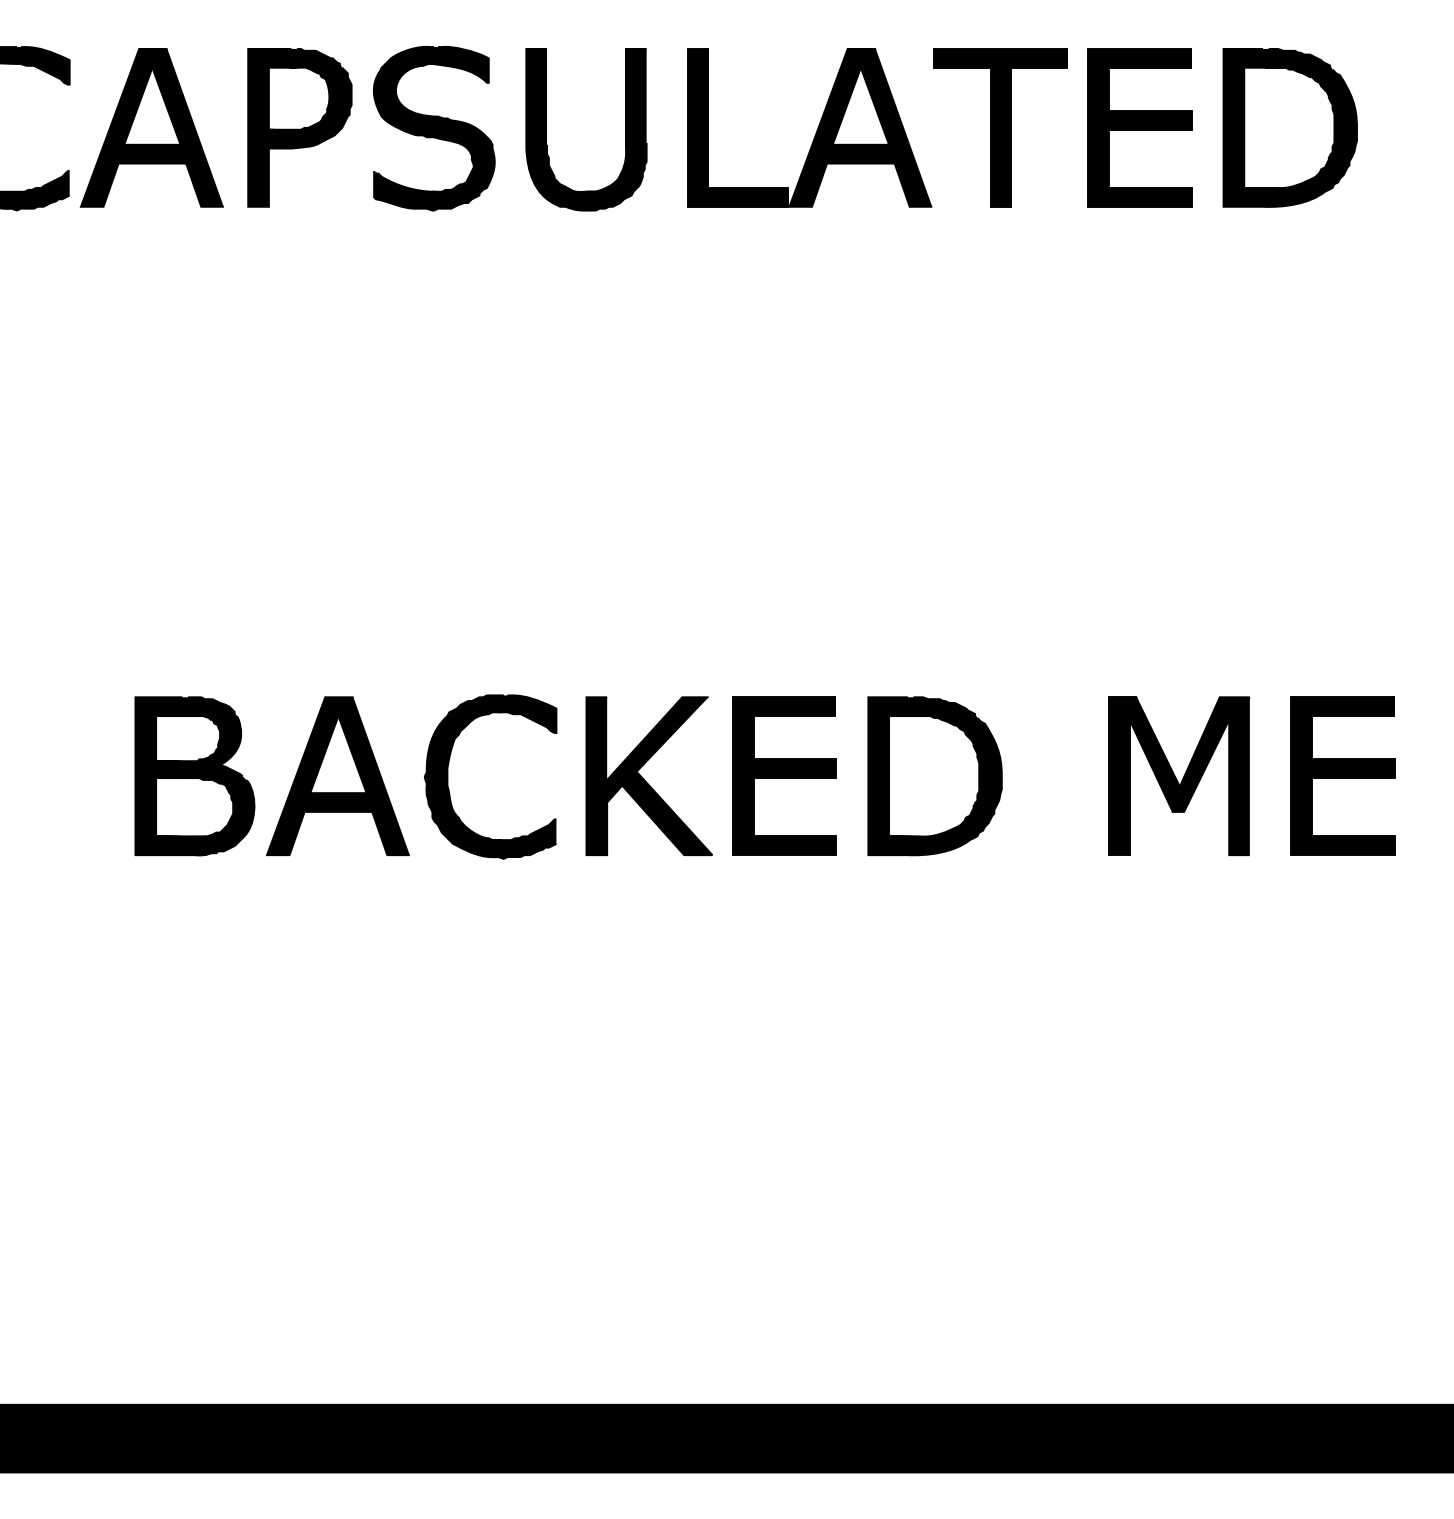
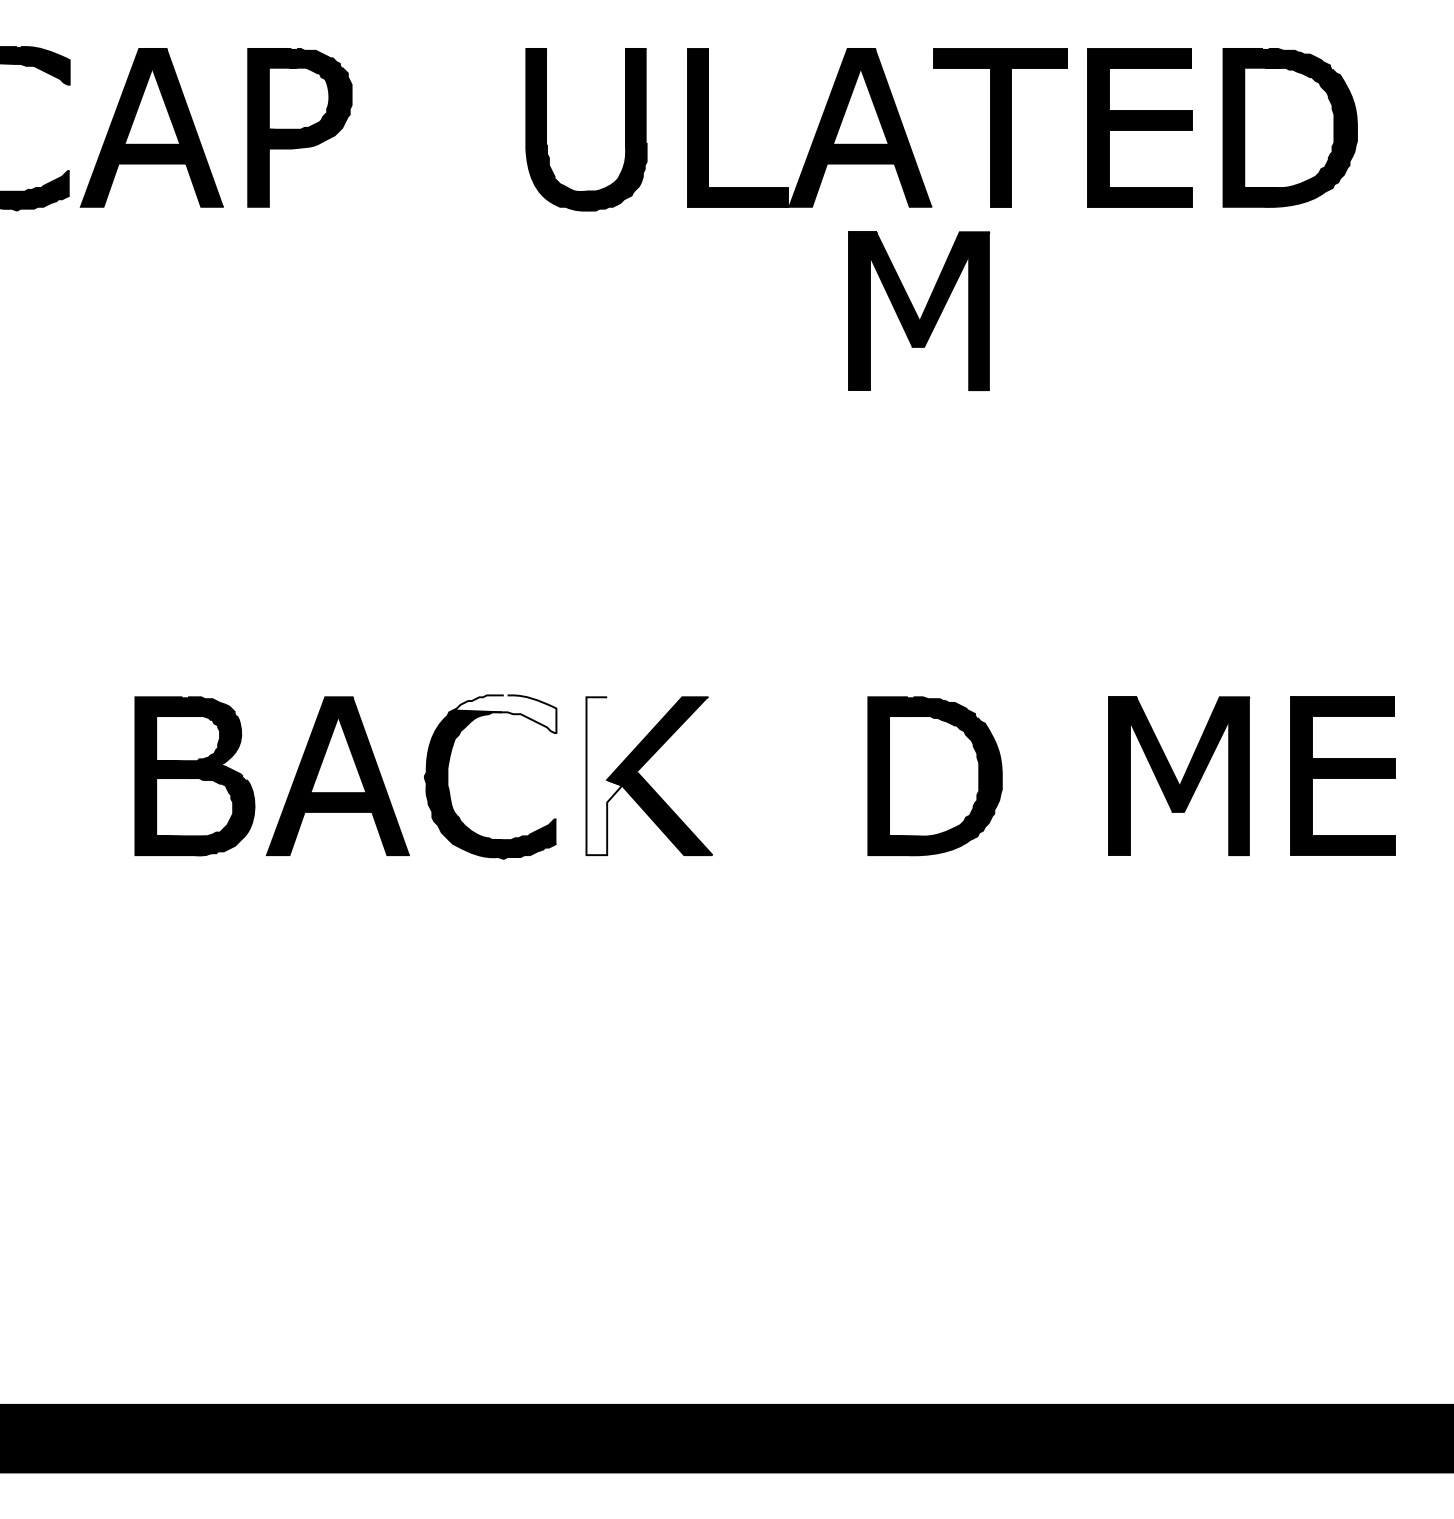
part at (433, 128): present -> none
part at (919, 310): none -> present
fill at (504, 714): present -> none
part at (784, 775): present -> none
fill at (604, 776): present -> none
